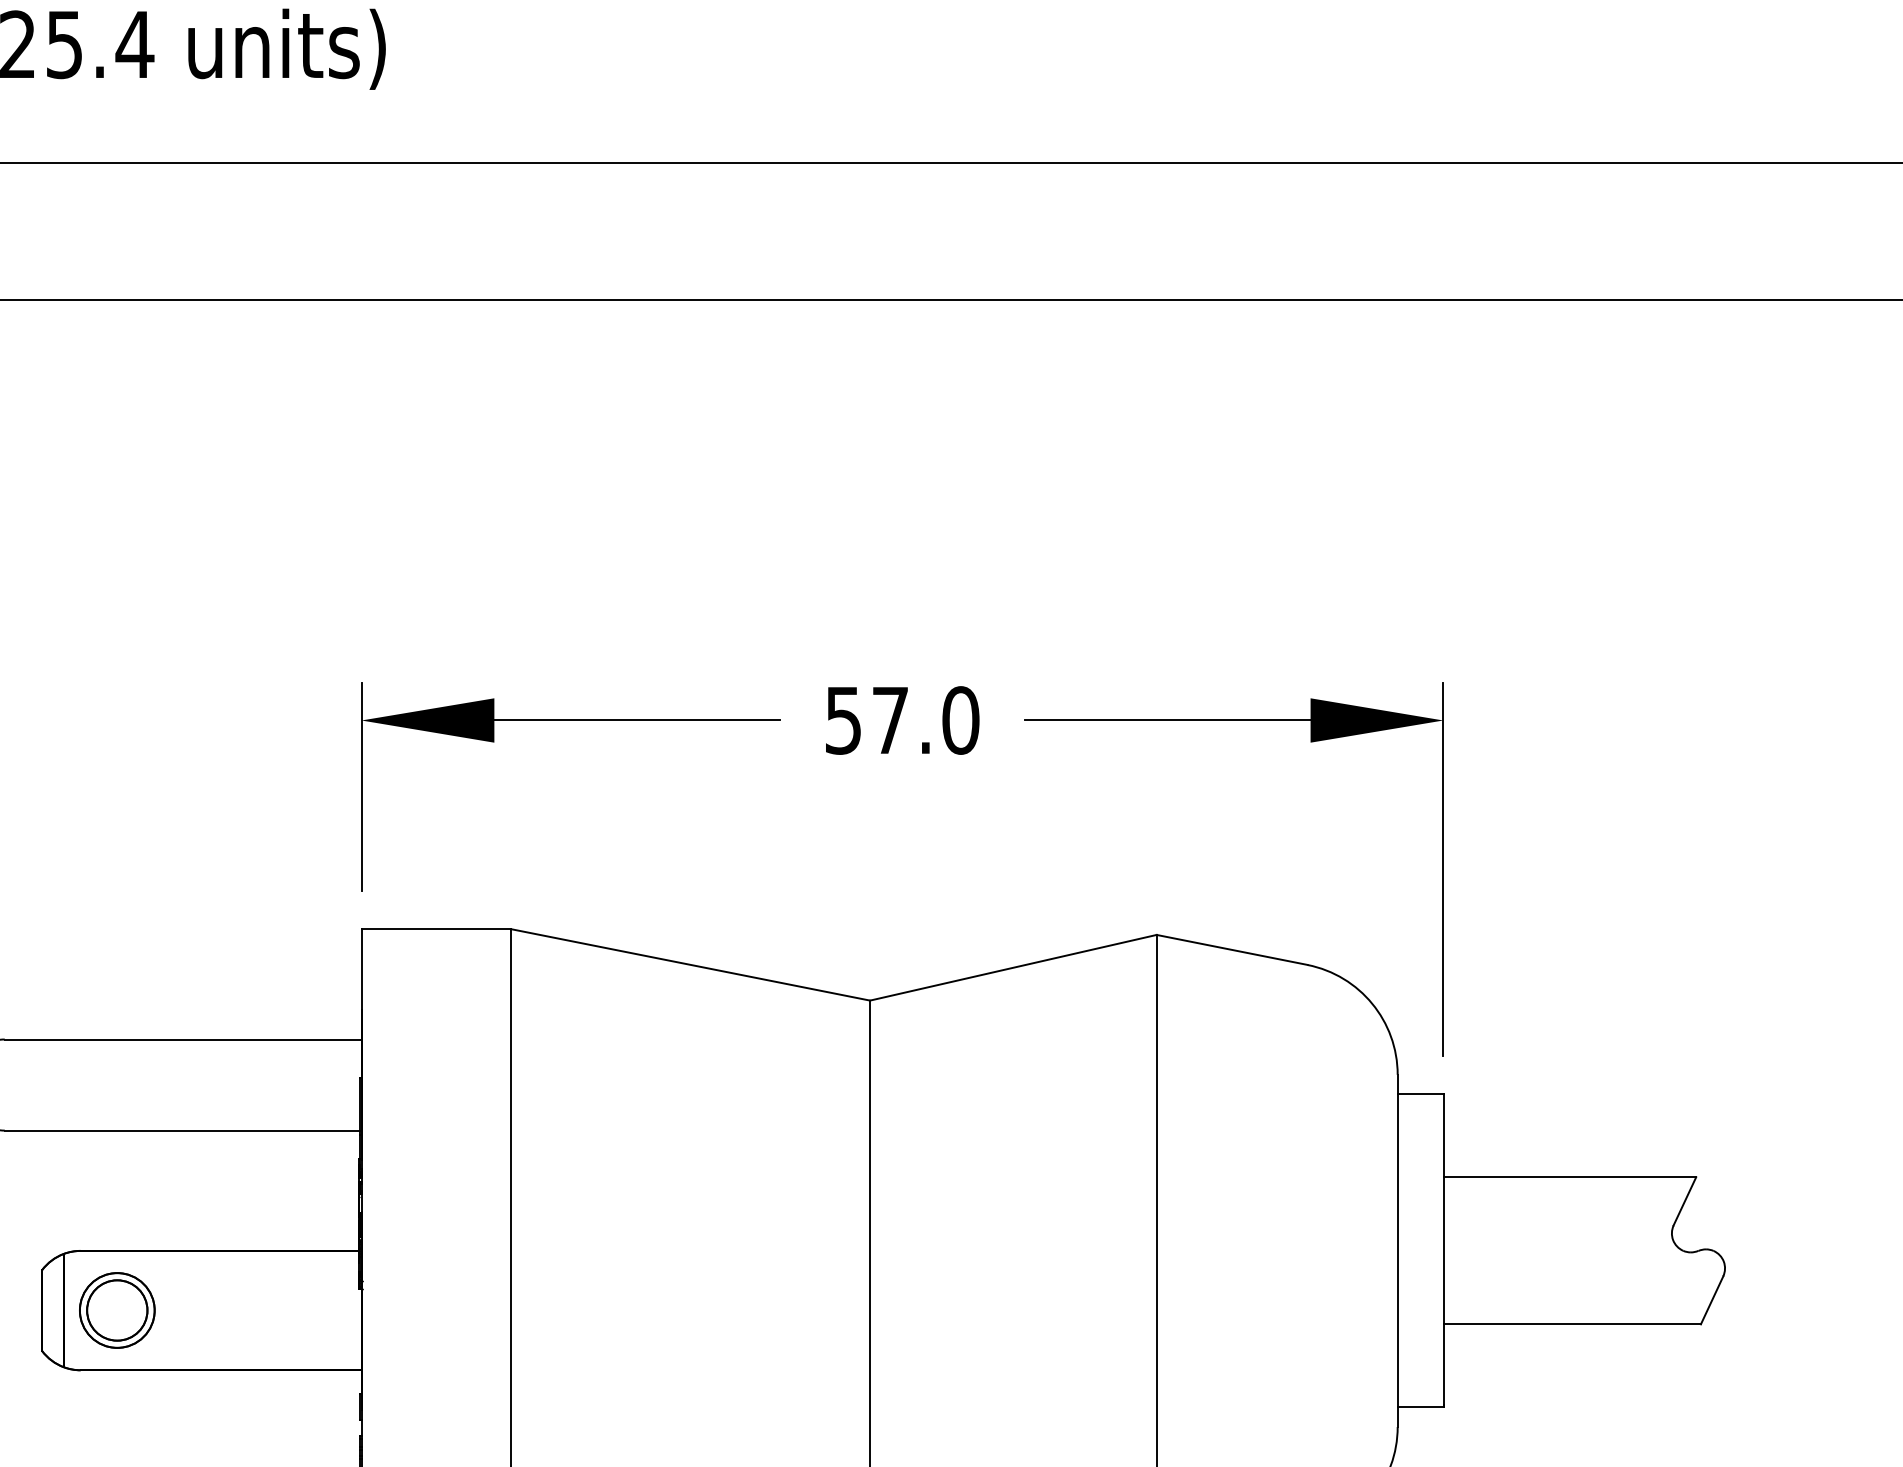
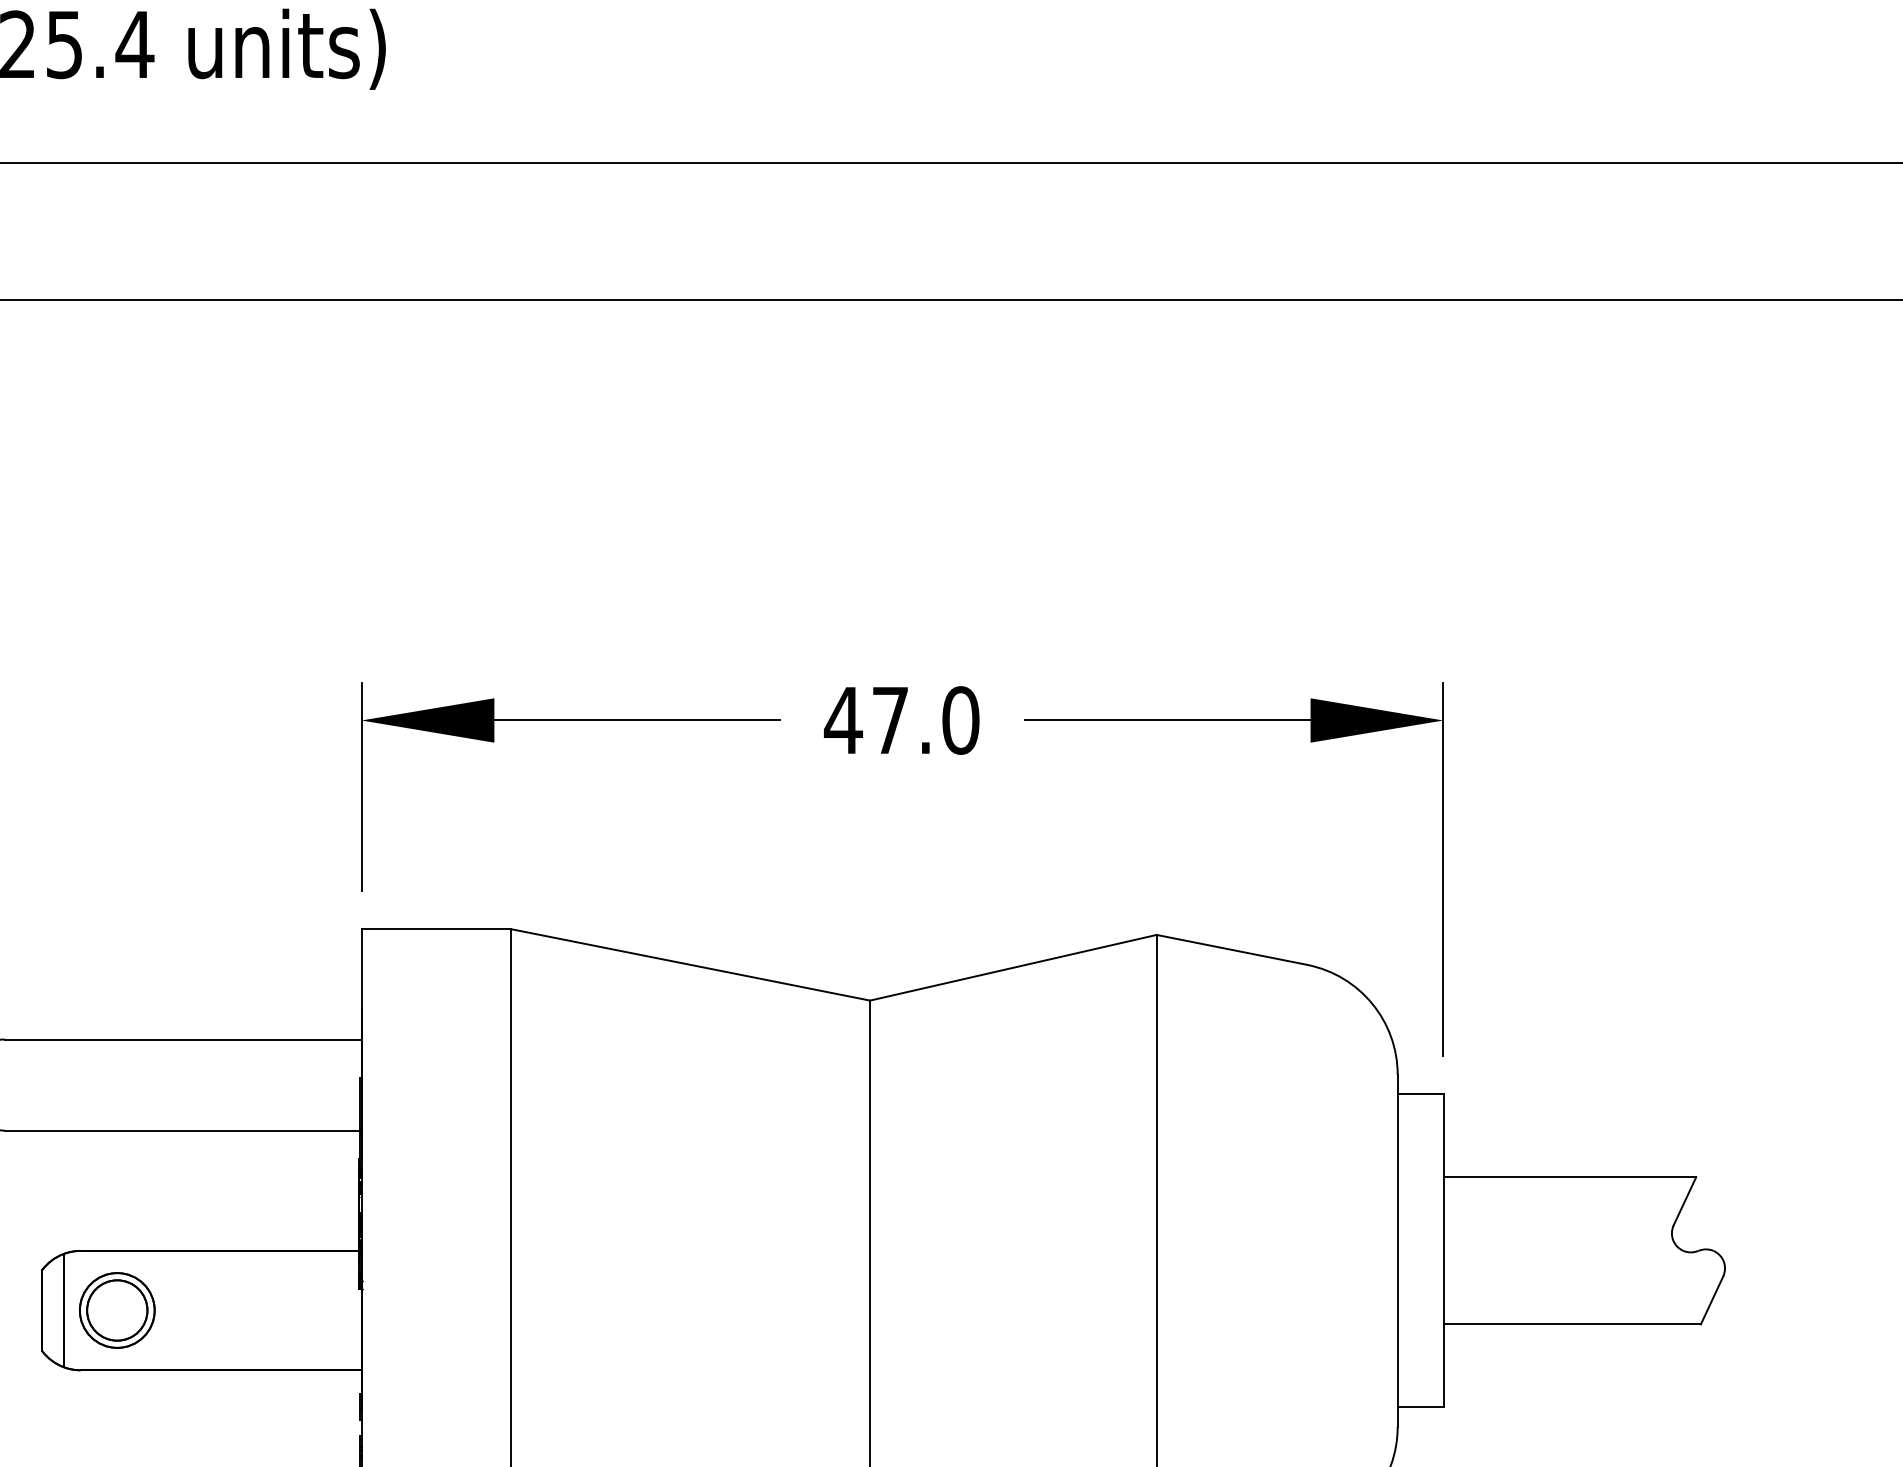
text at (842, 720): 57.0 -> 47.0
